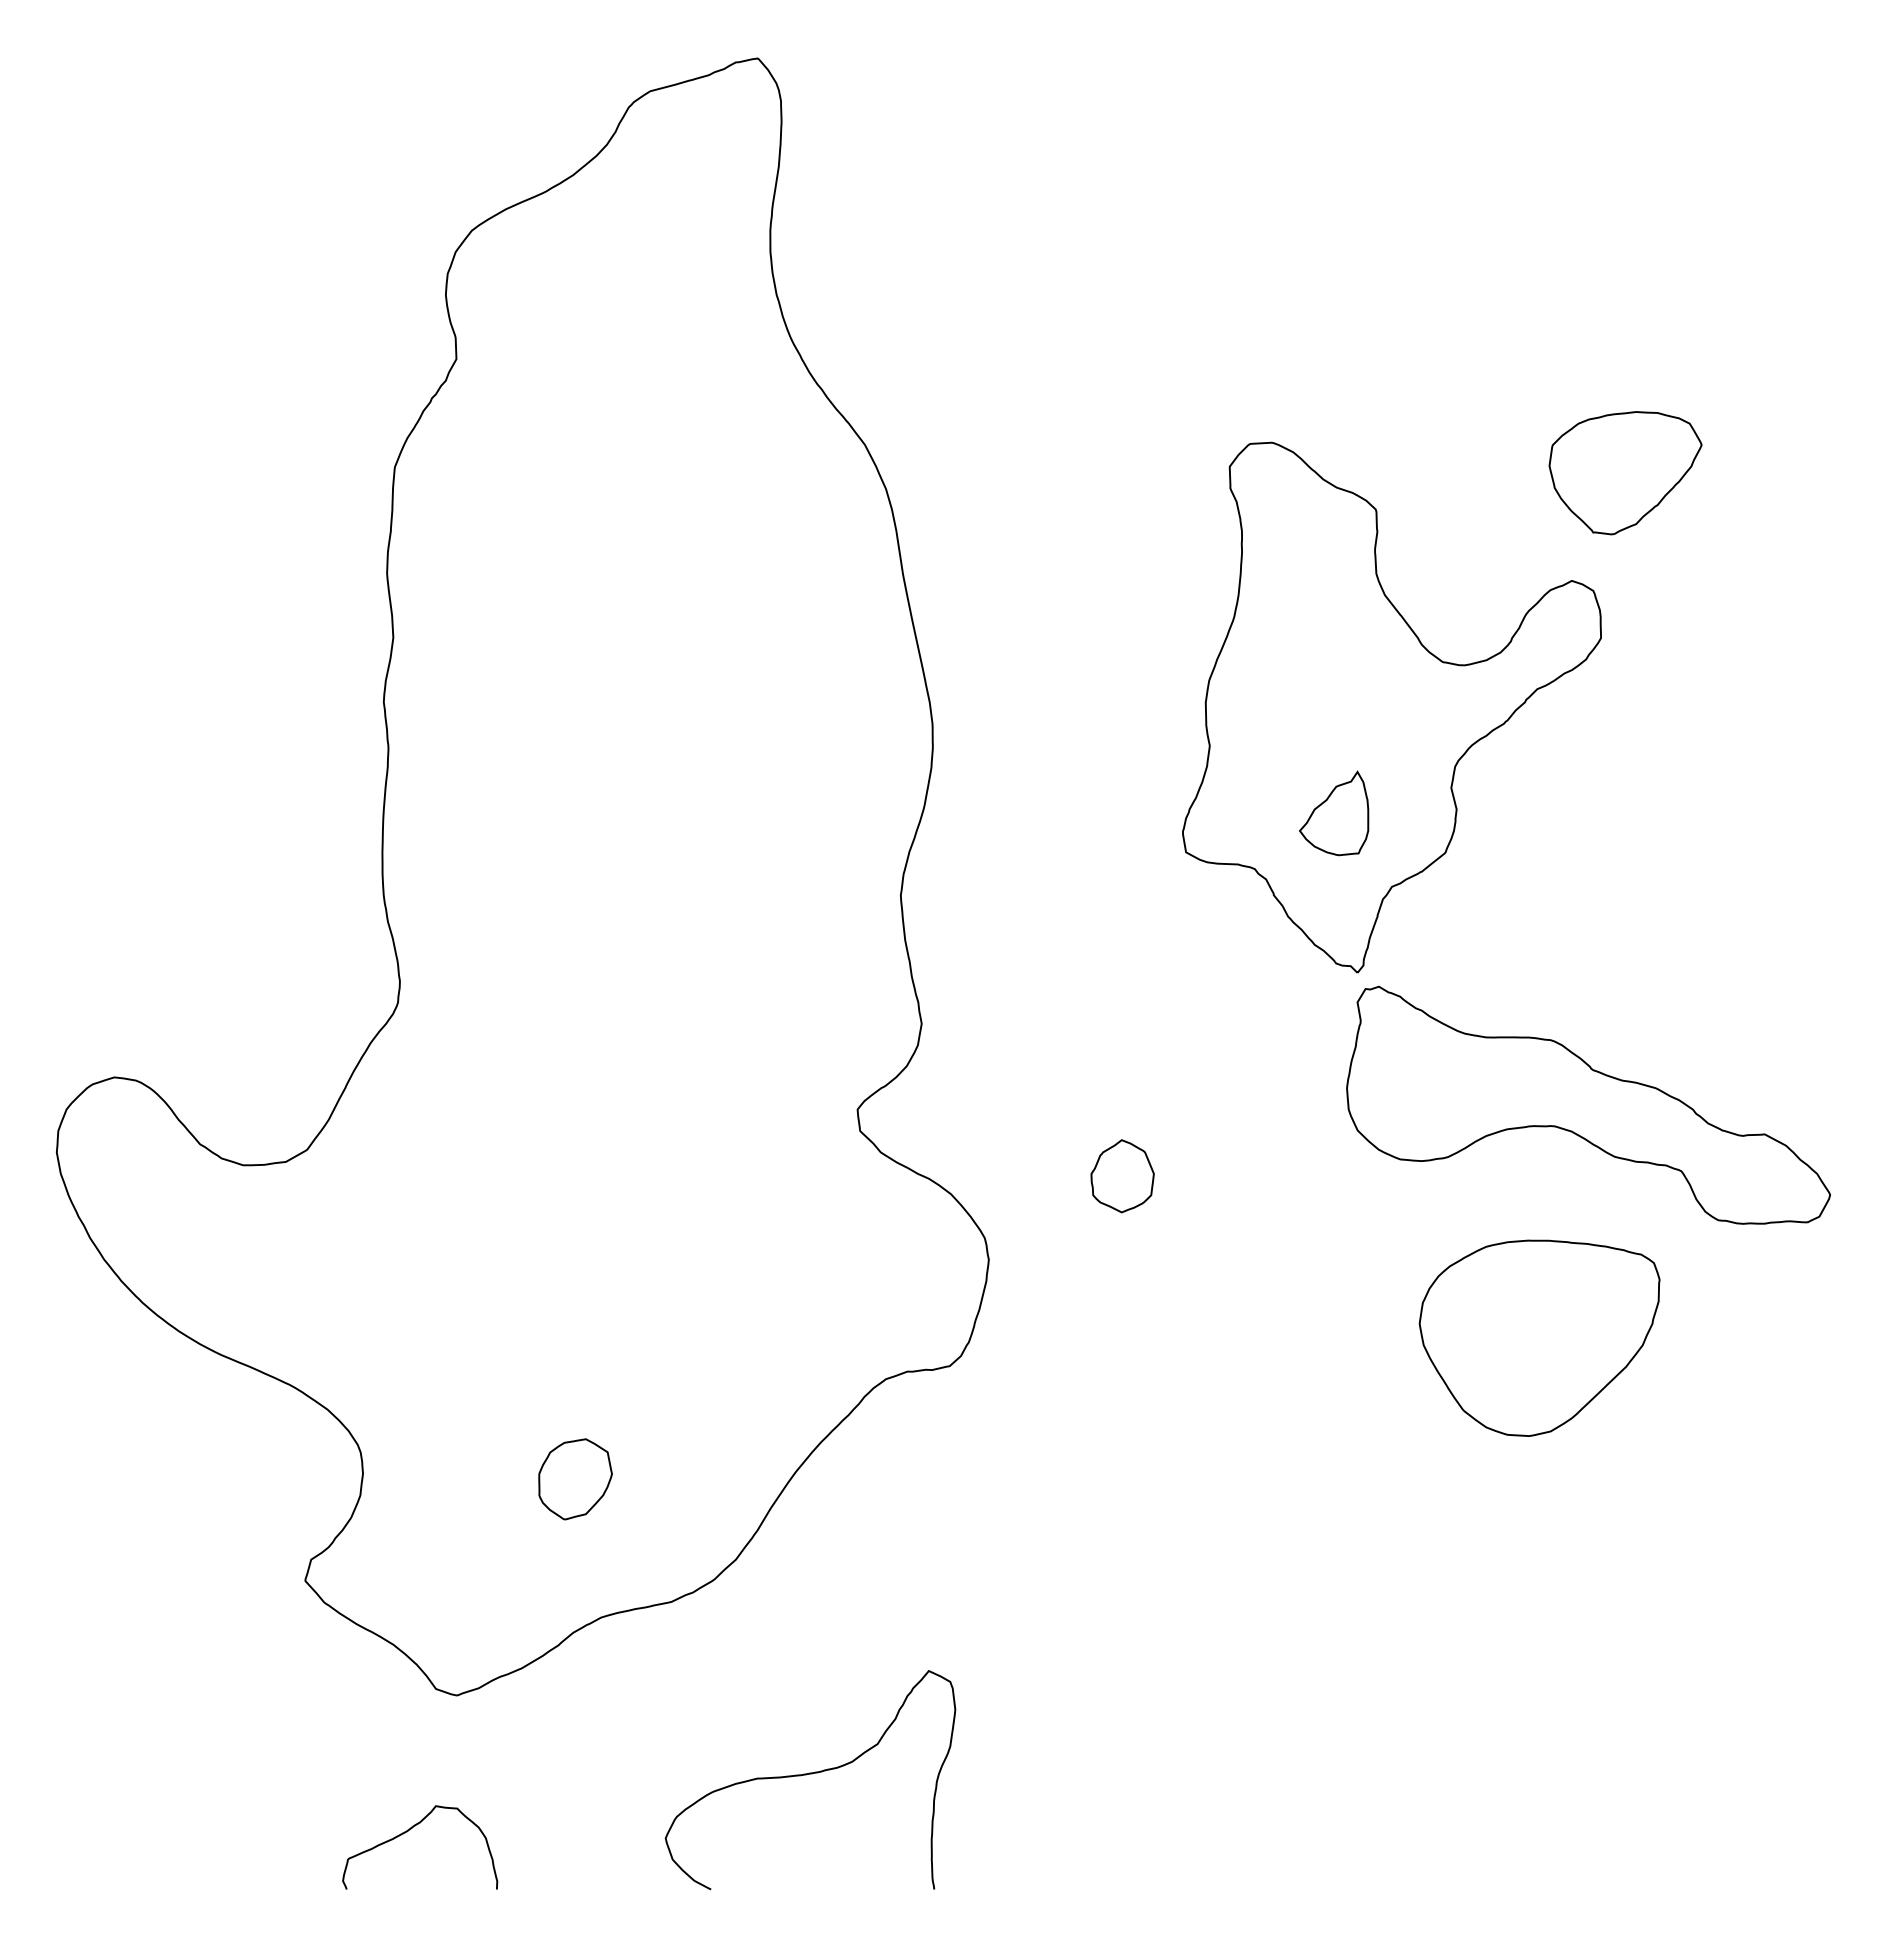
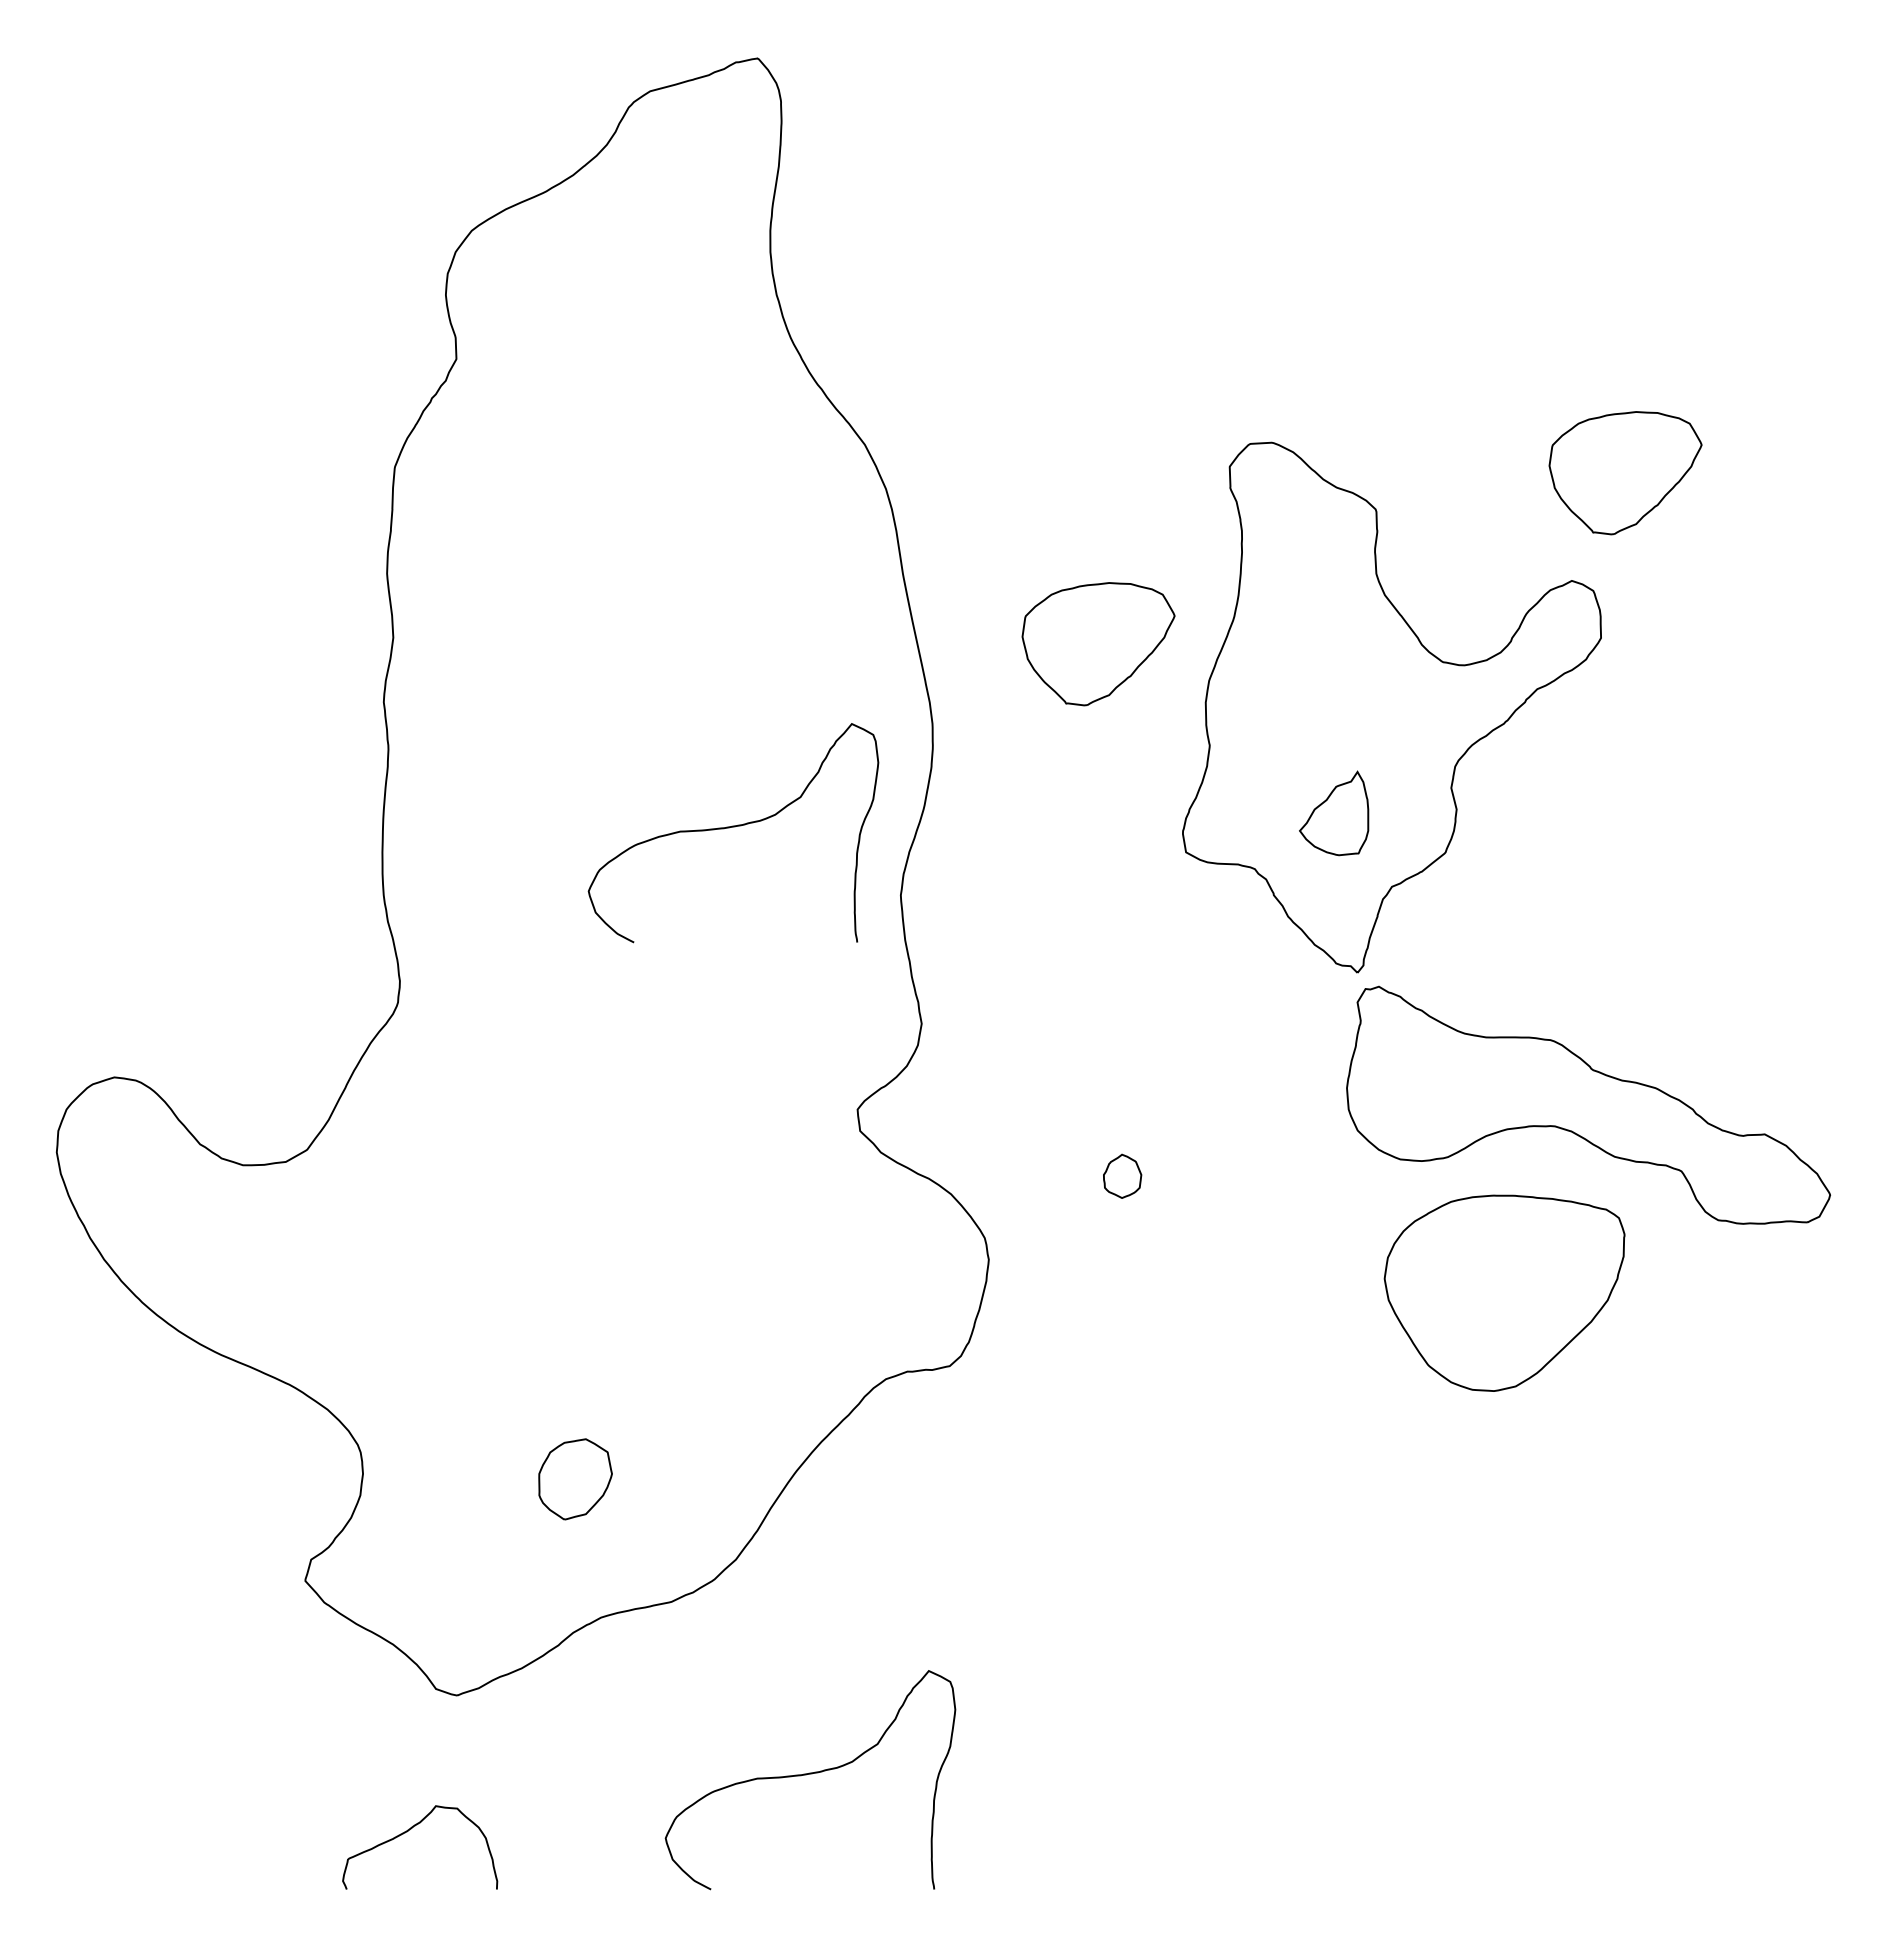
part at (1098, 644): none -> present
curve at (733, 827): none -> present
part at (1122, 1176) size: 65x75 px -> 40x46 px
part at (1539, 1337) position: (1539, 1337) -> (1504, 1292)
